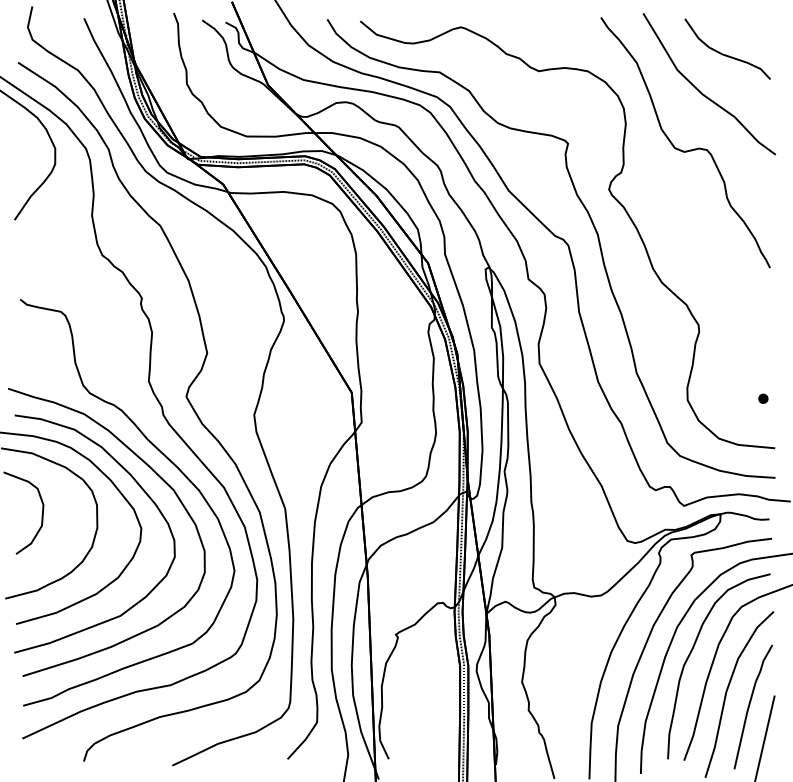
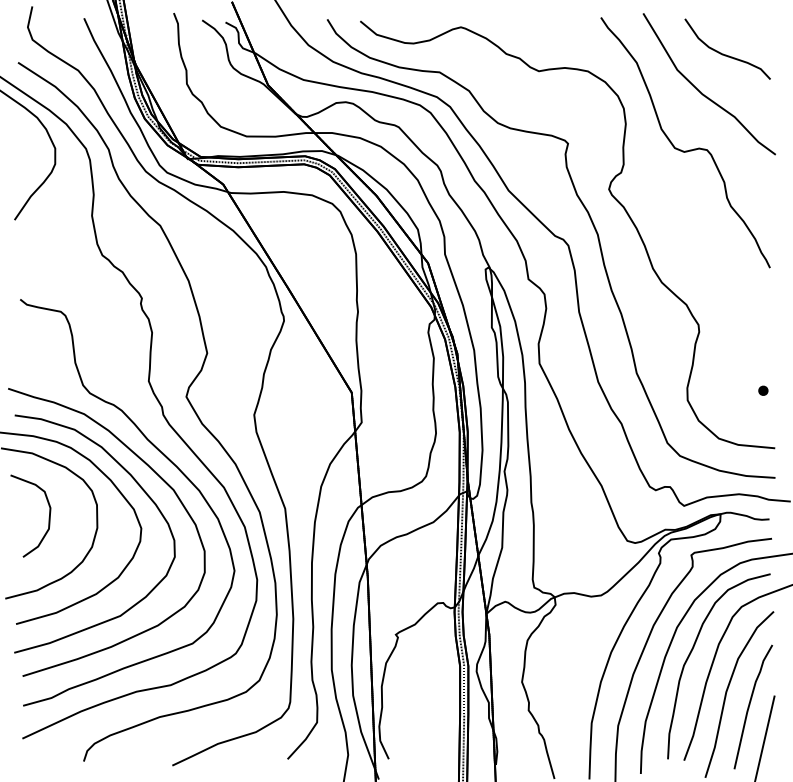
part at (763, 398) position: (763, 398) -> (763, 390)
curve at (41, 514) position: (41, 514) -> (48, 517)
